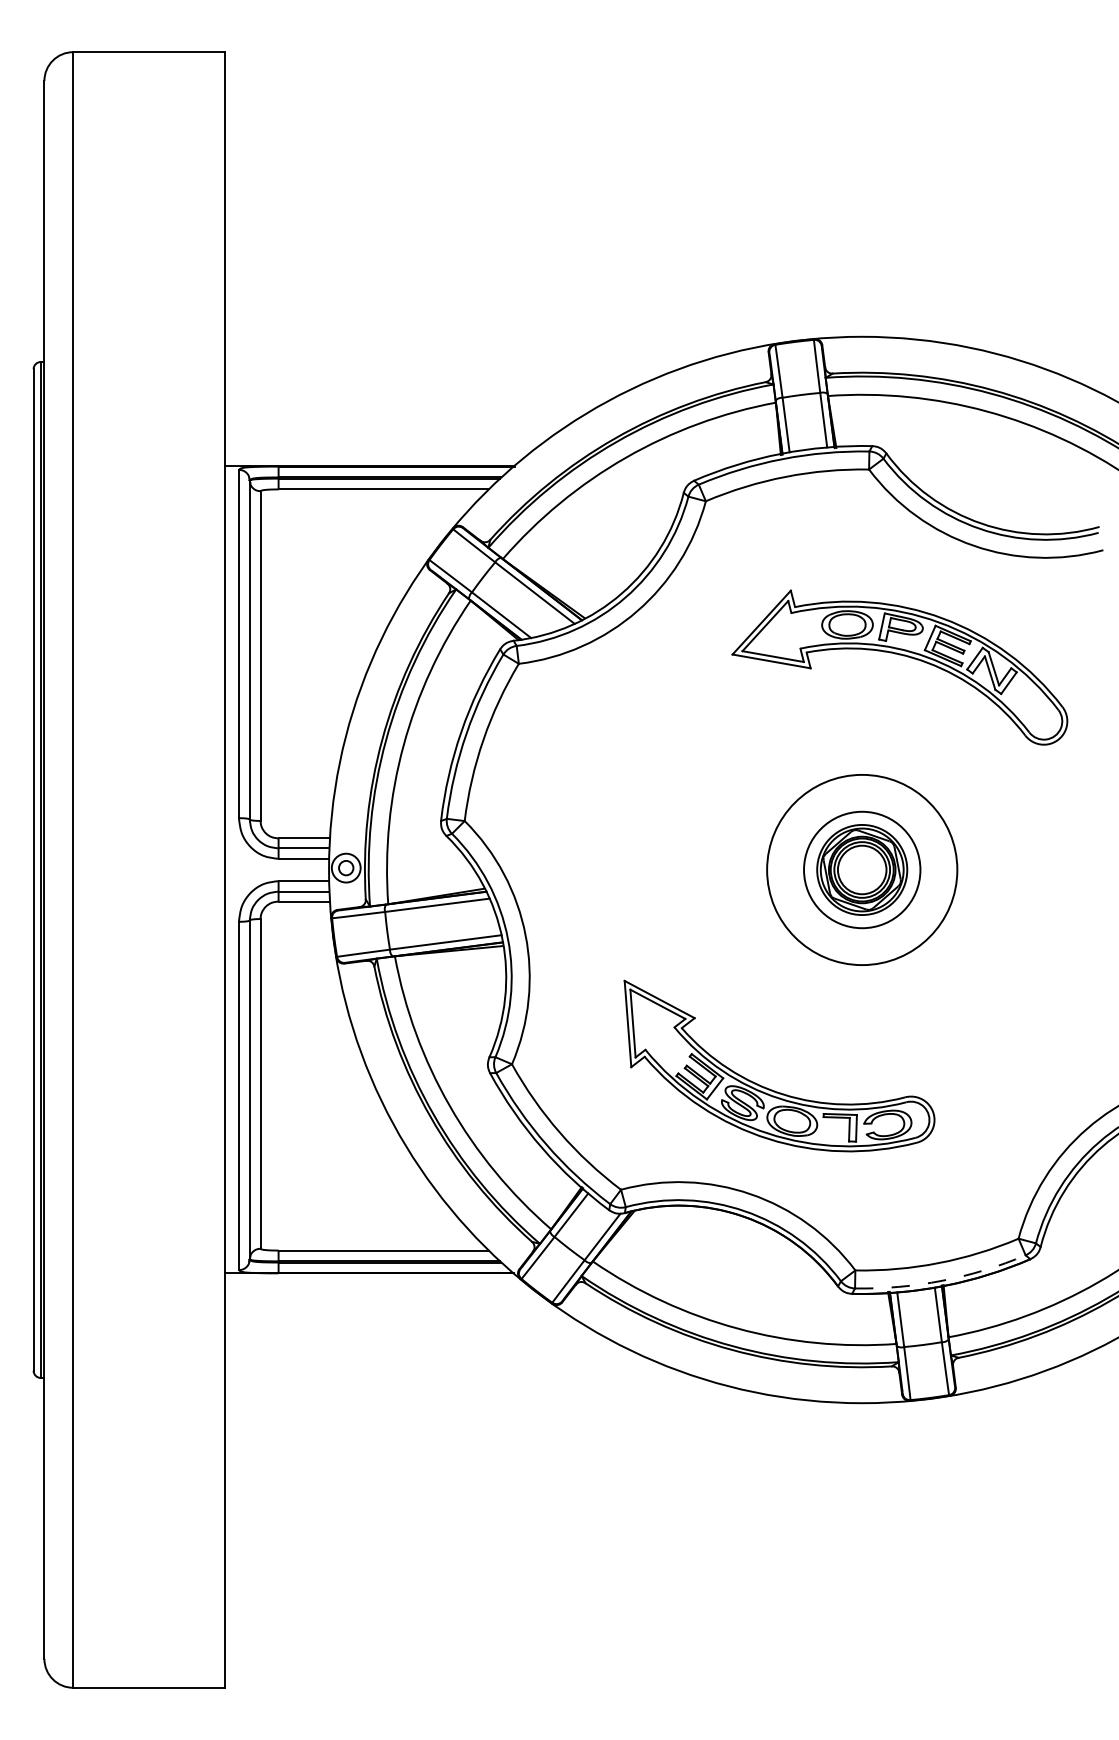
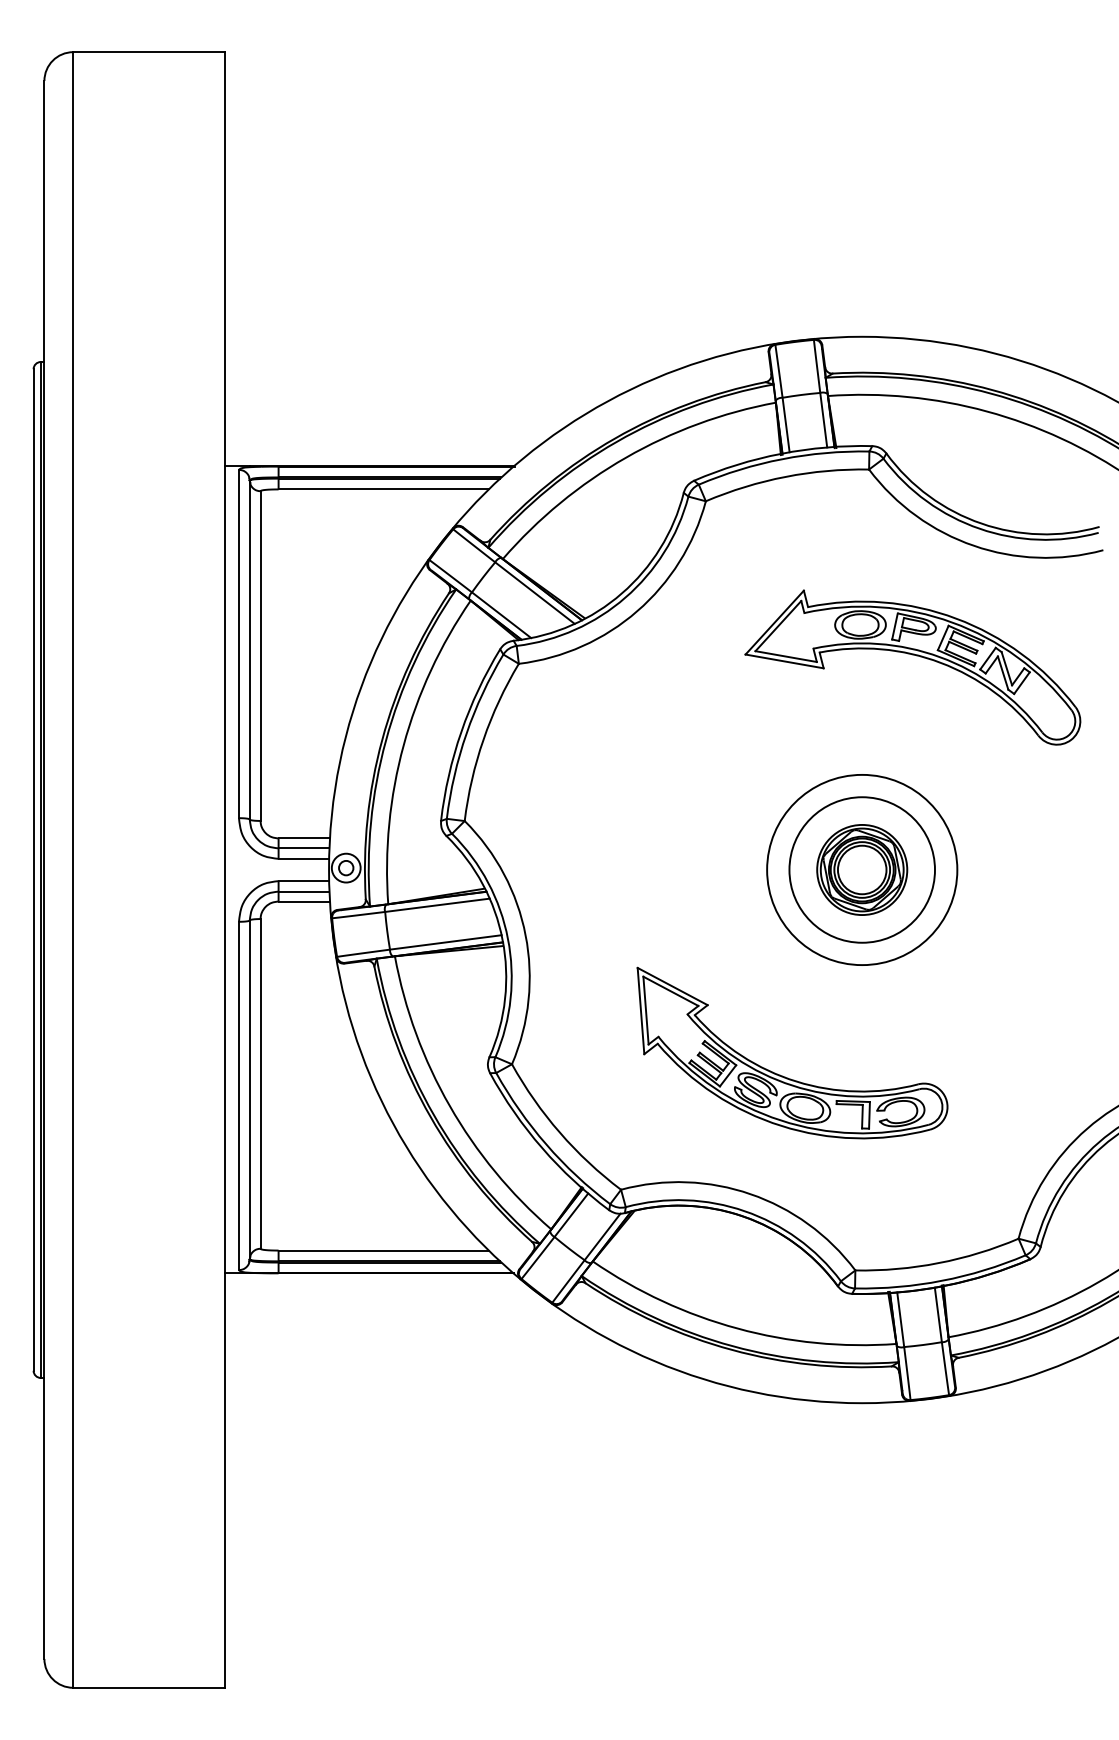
part at (903, 656) position: (903, 656) -> (916, 656)
circle at (862, 869) diameter: 116 px -> 146 px
part at (772, 1089) position: (772, 1089) -> (785, 1076)
arc at (942, 1280): dashed -> solid
